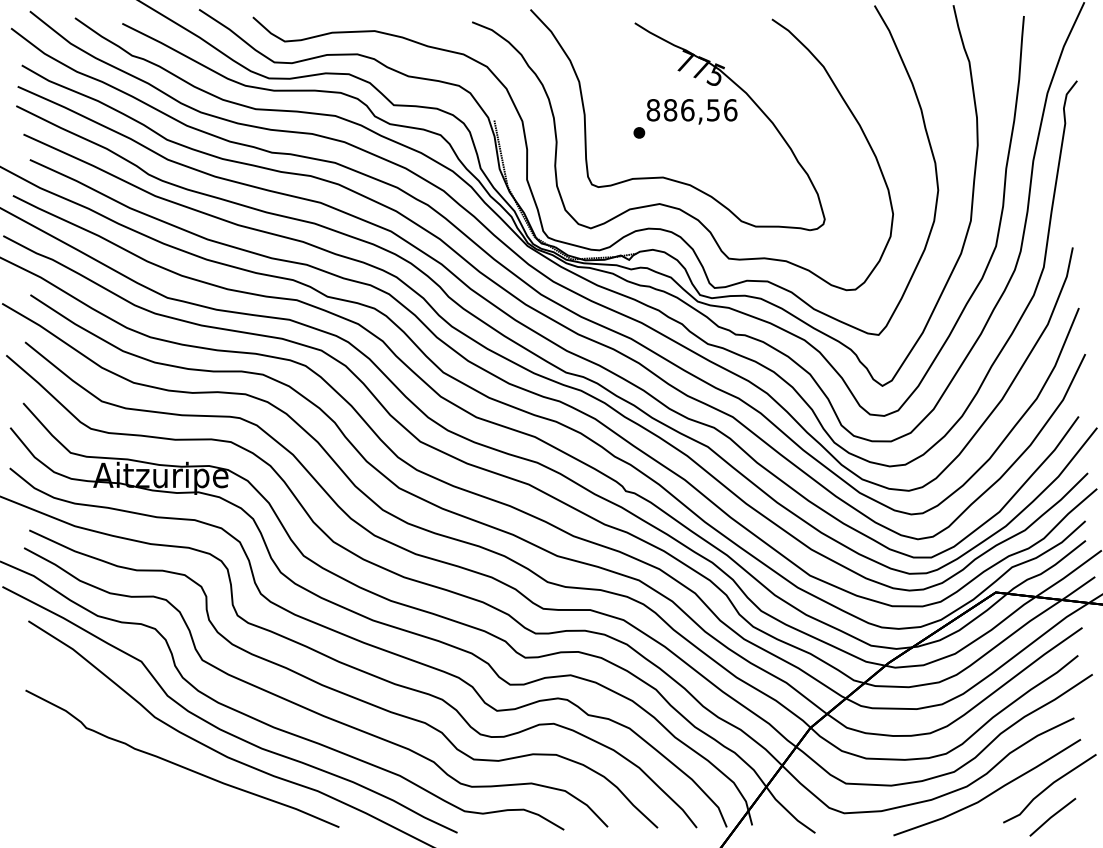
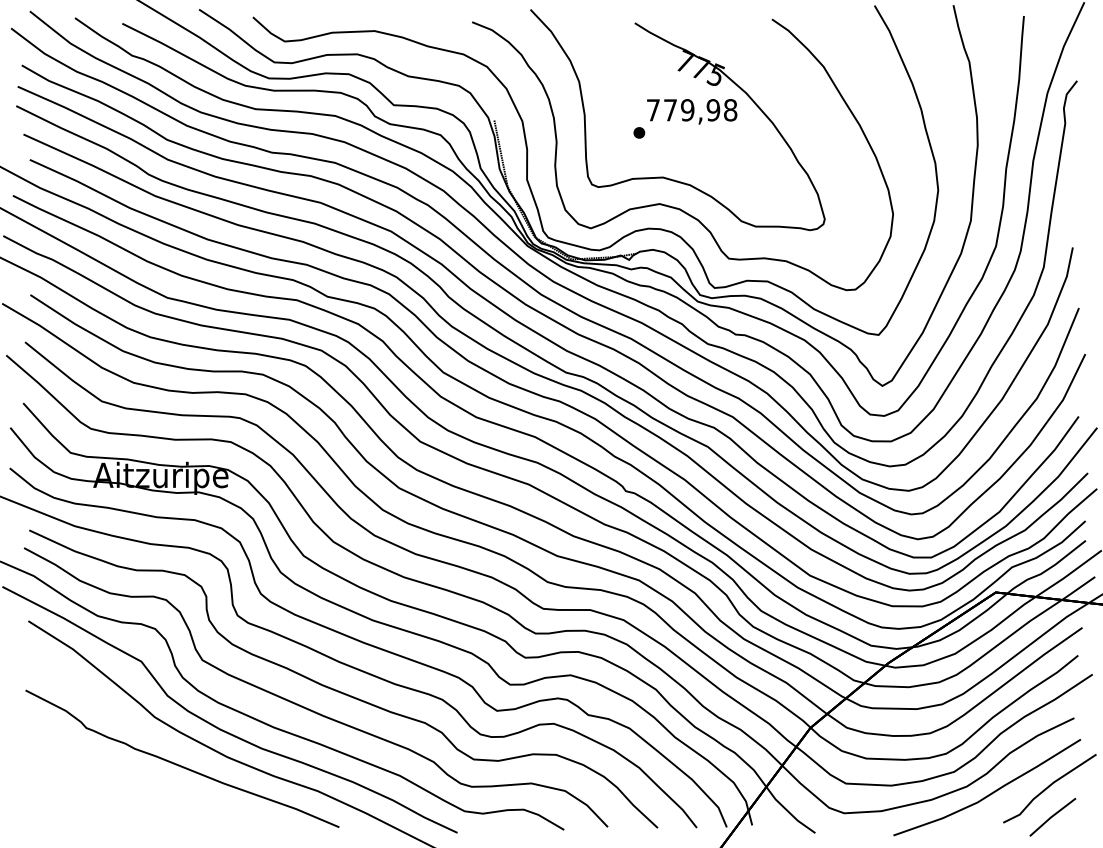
text at (691, 110): 886,56 -> 779,98
